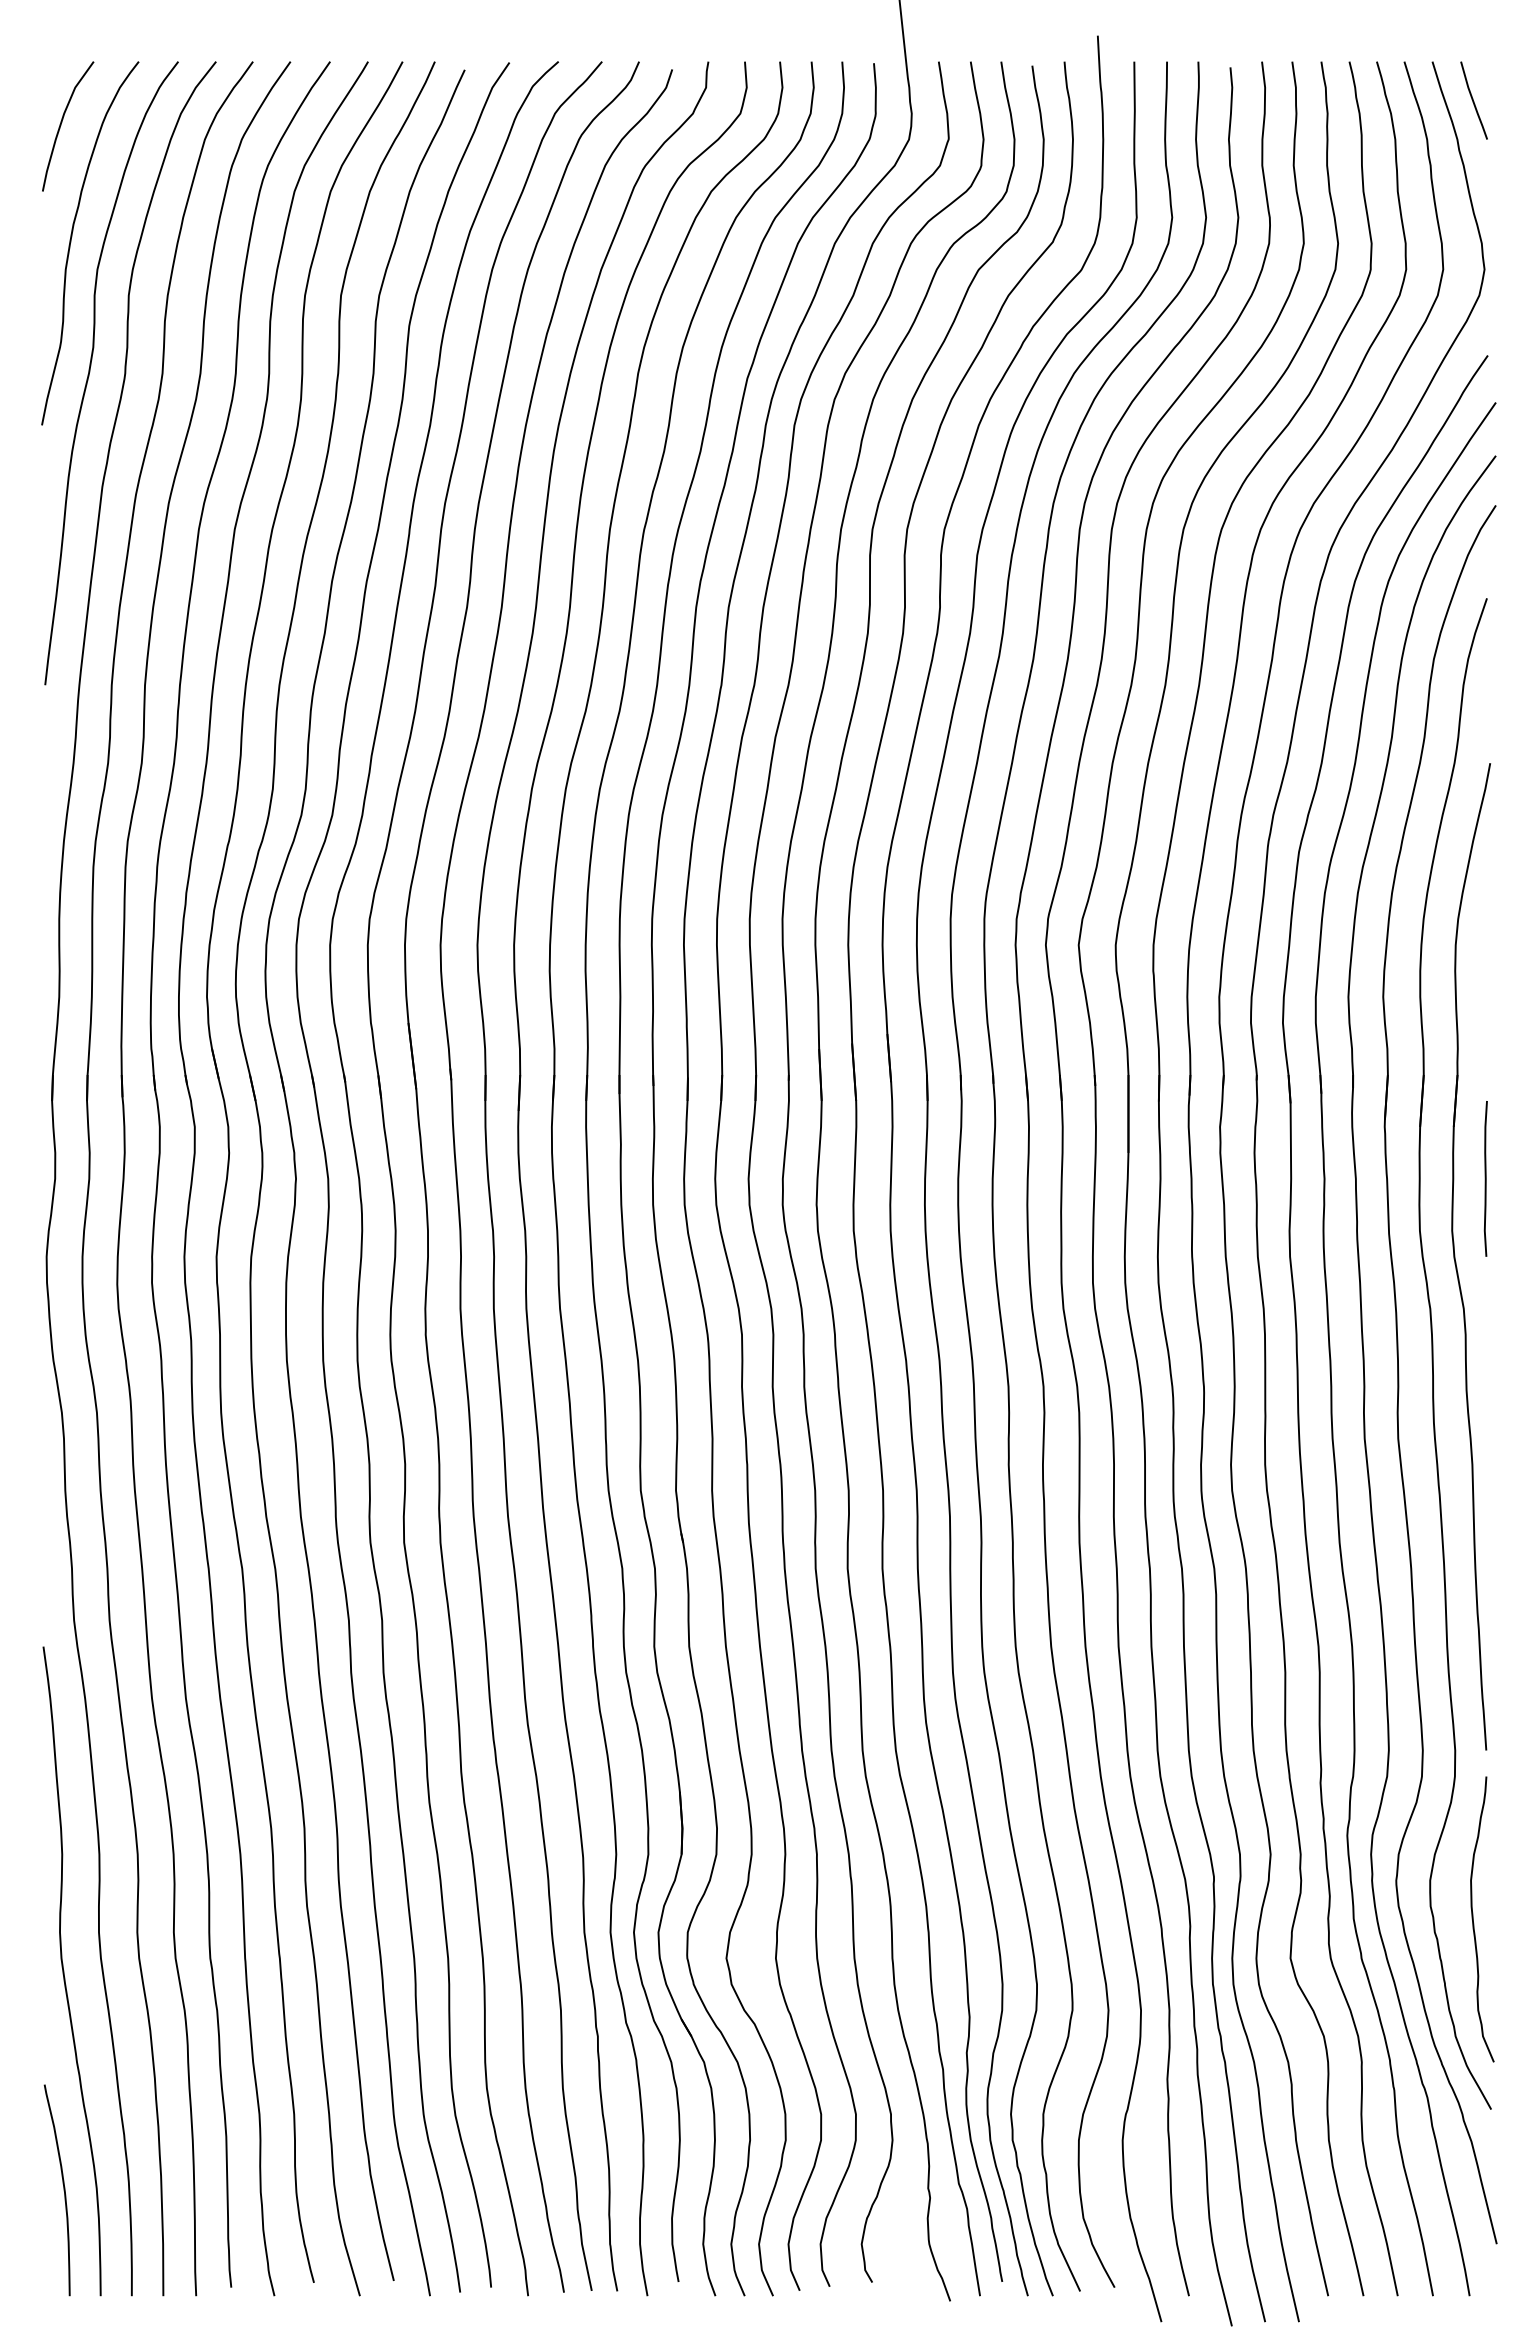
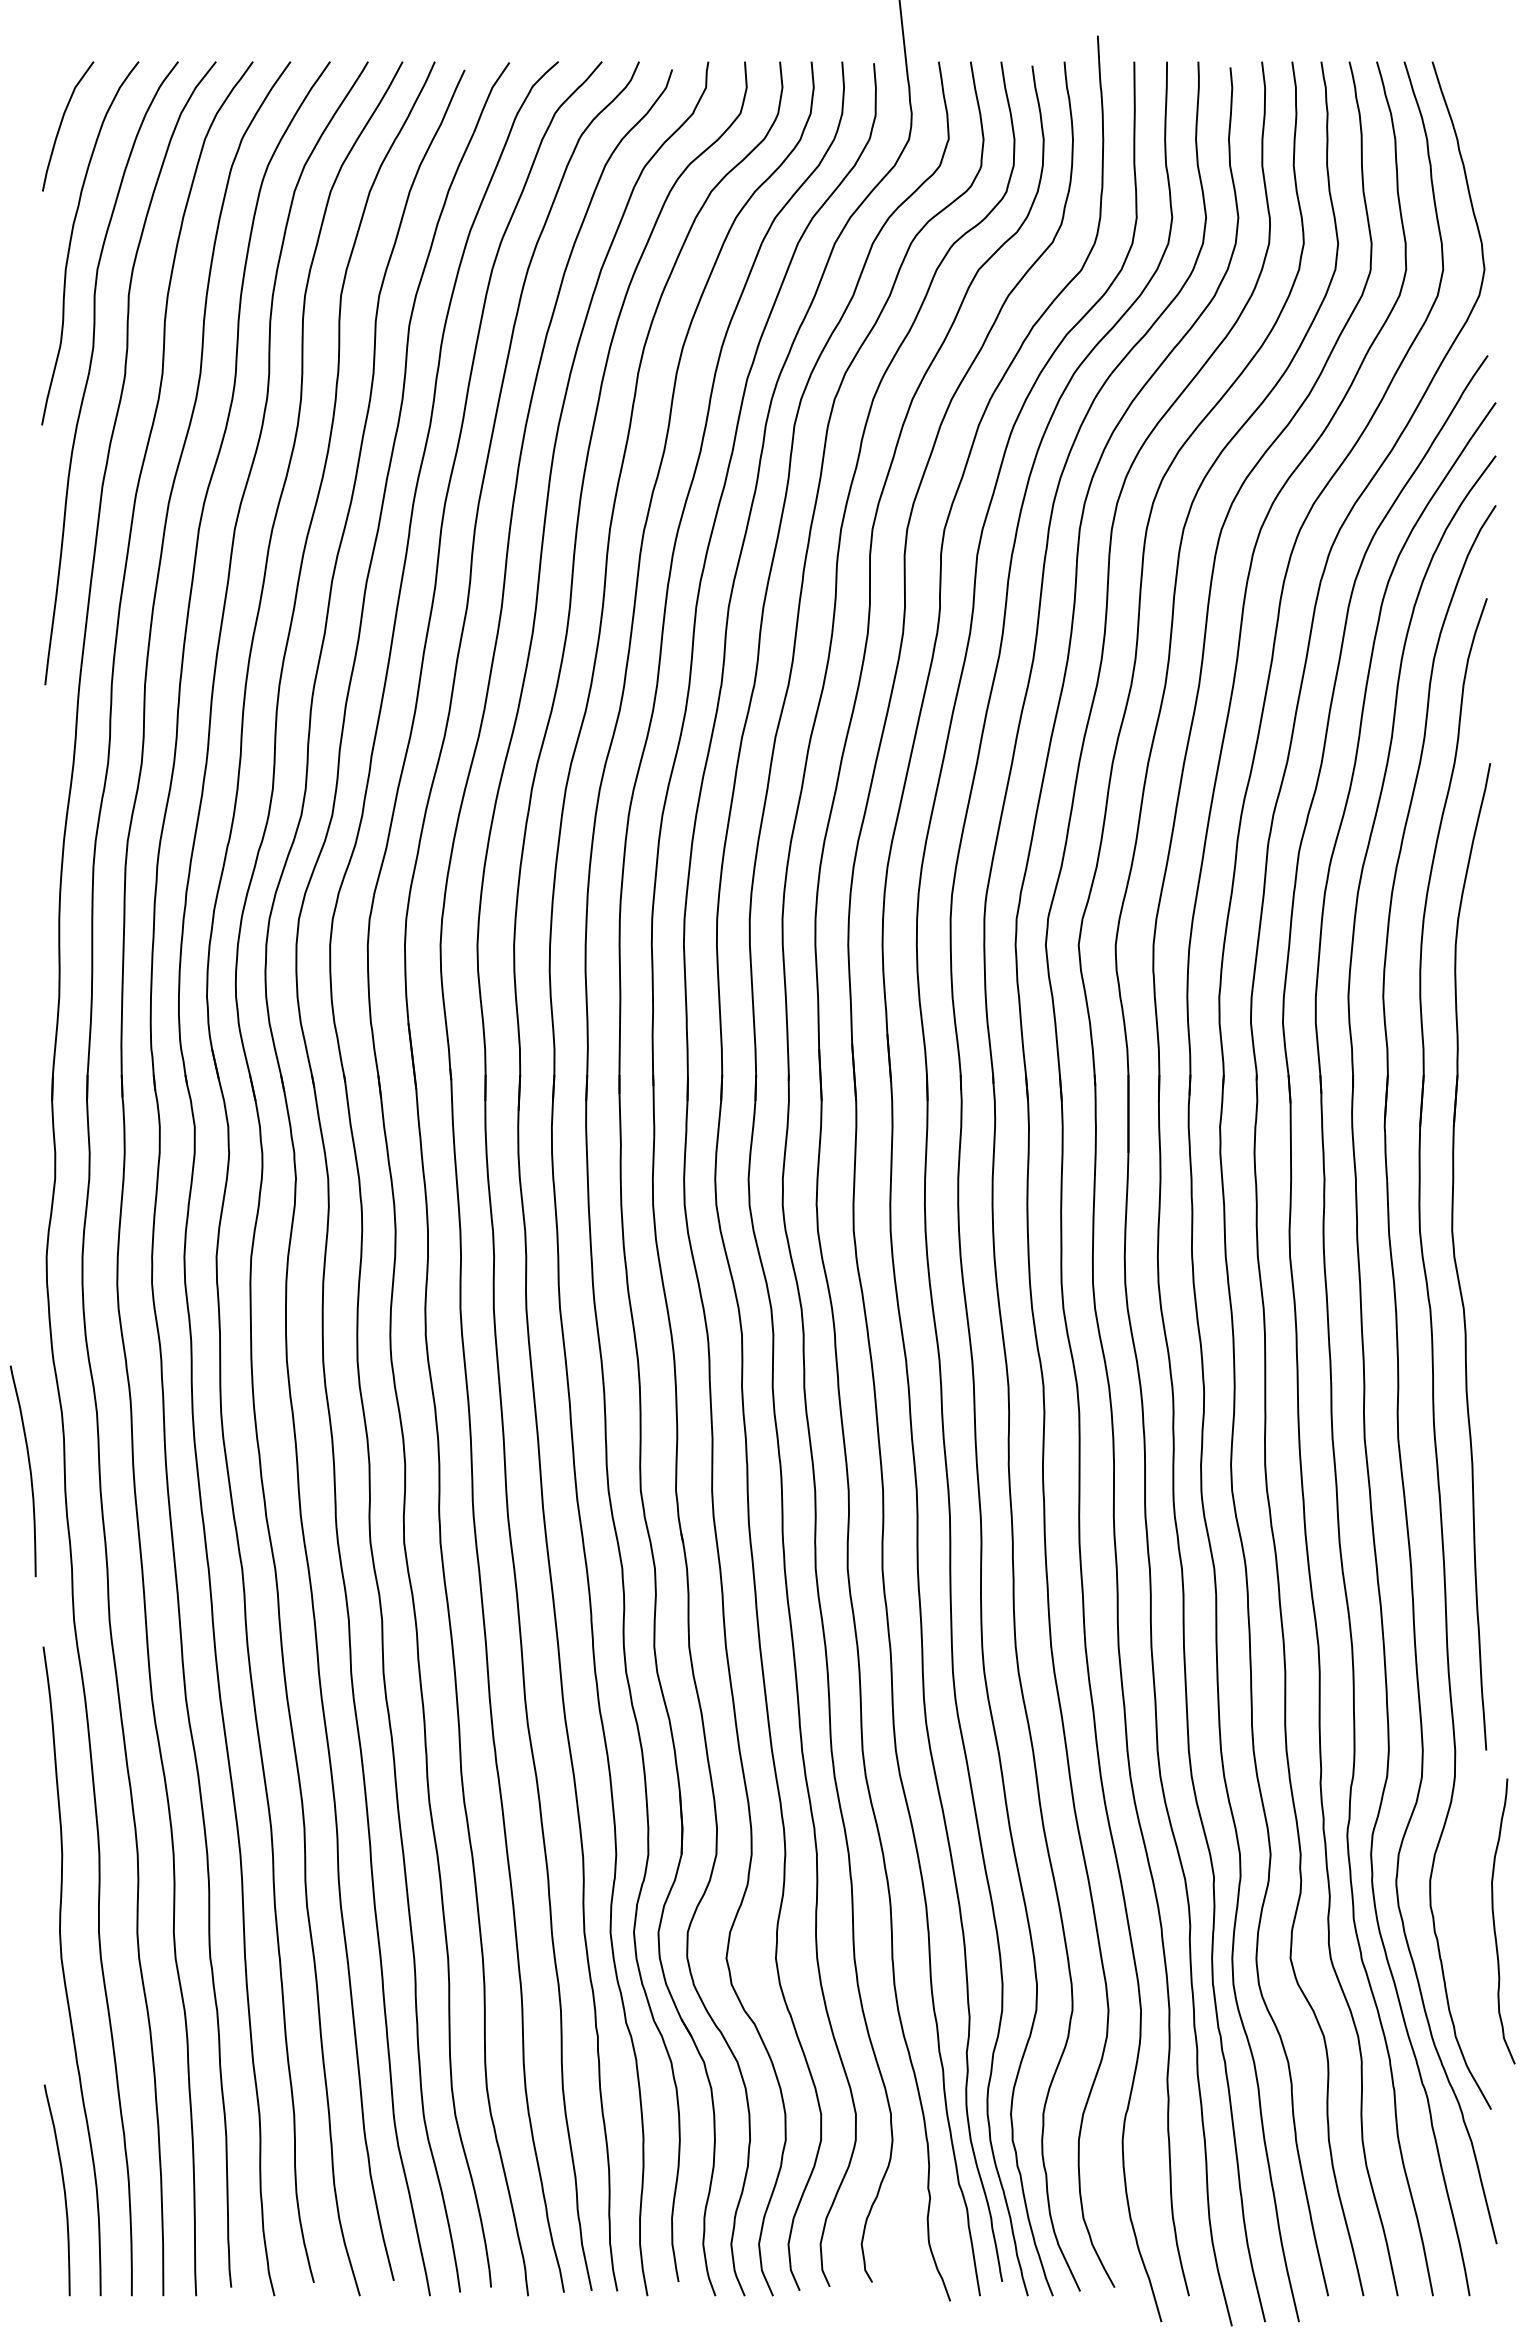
line at (1473, 100): present -> none
curve at (1485, 1178): present -> none
curve at (29, 1471): none -> present
curve at (1474, 1923) position: (1474, 1923) -> (1495, 1925)
